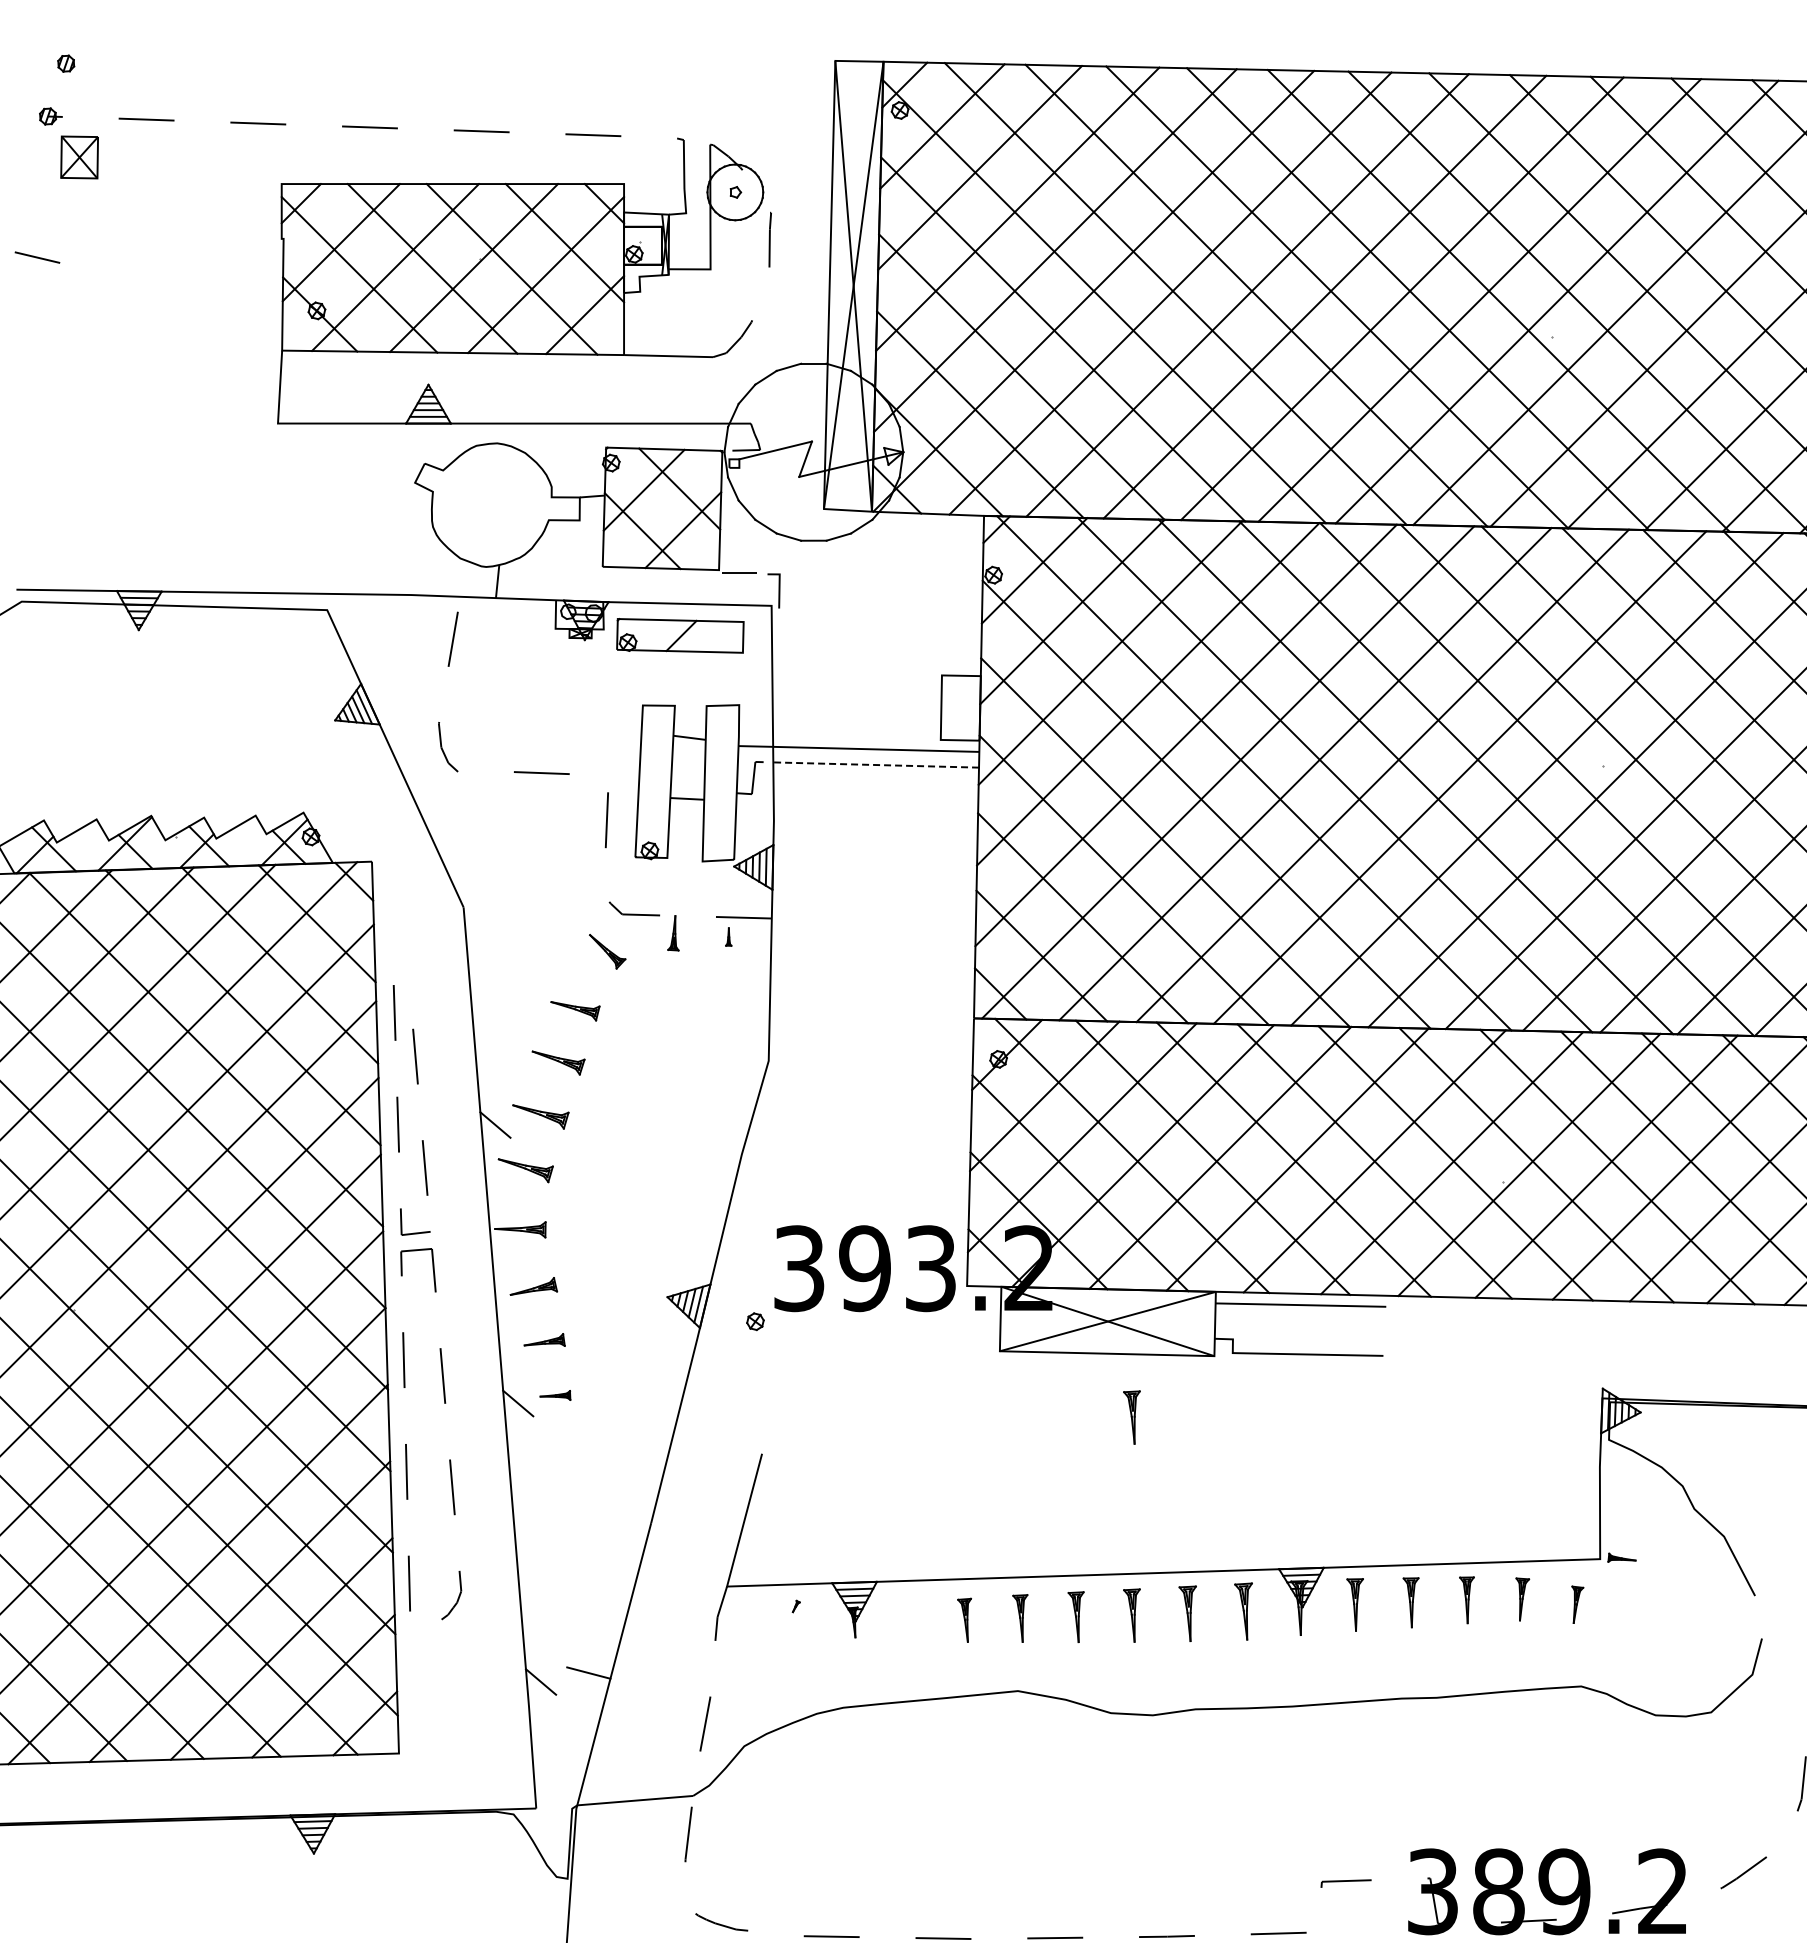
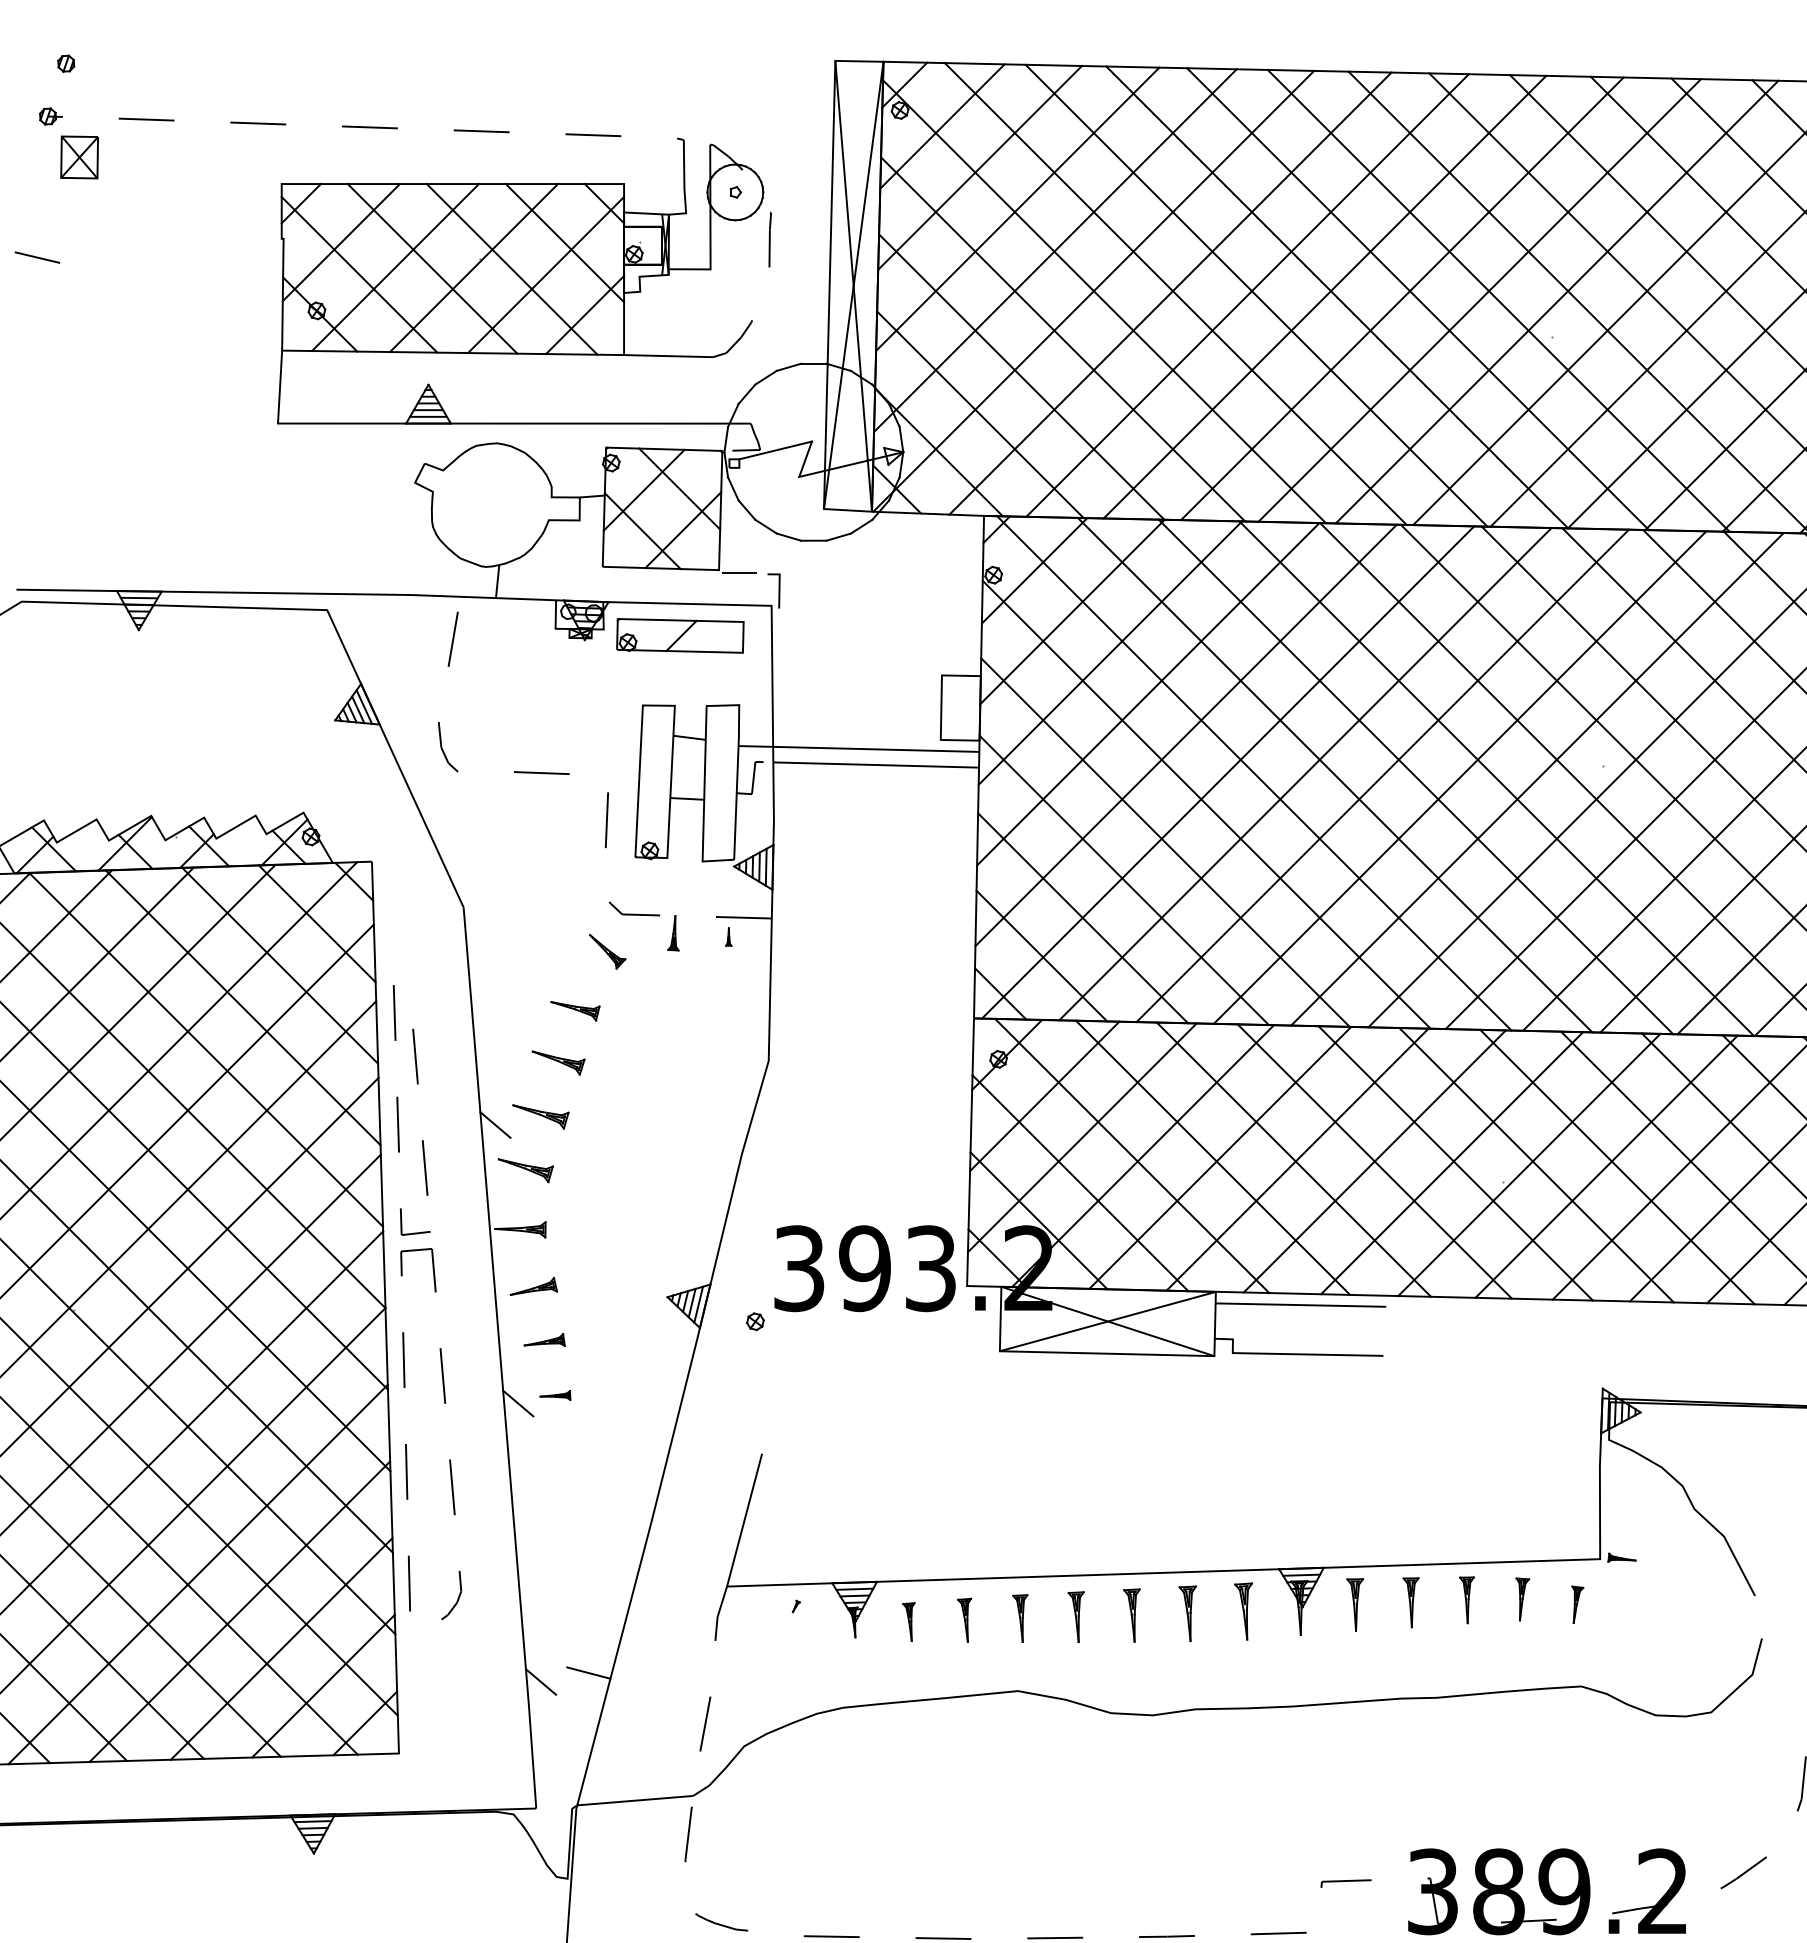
line at (876, 765): dashed -> solid
part at (1131, 1417): present -> none
part at (908, 1621): none -> present
